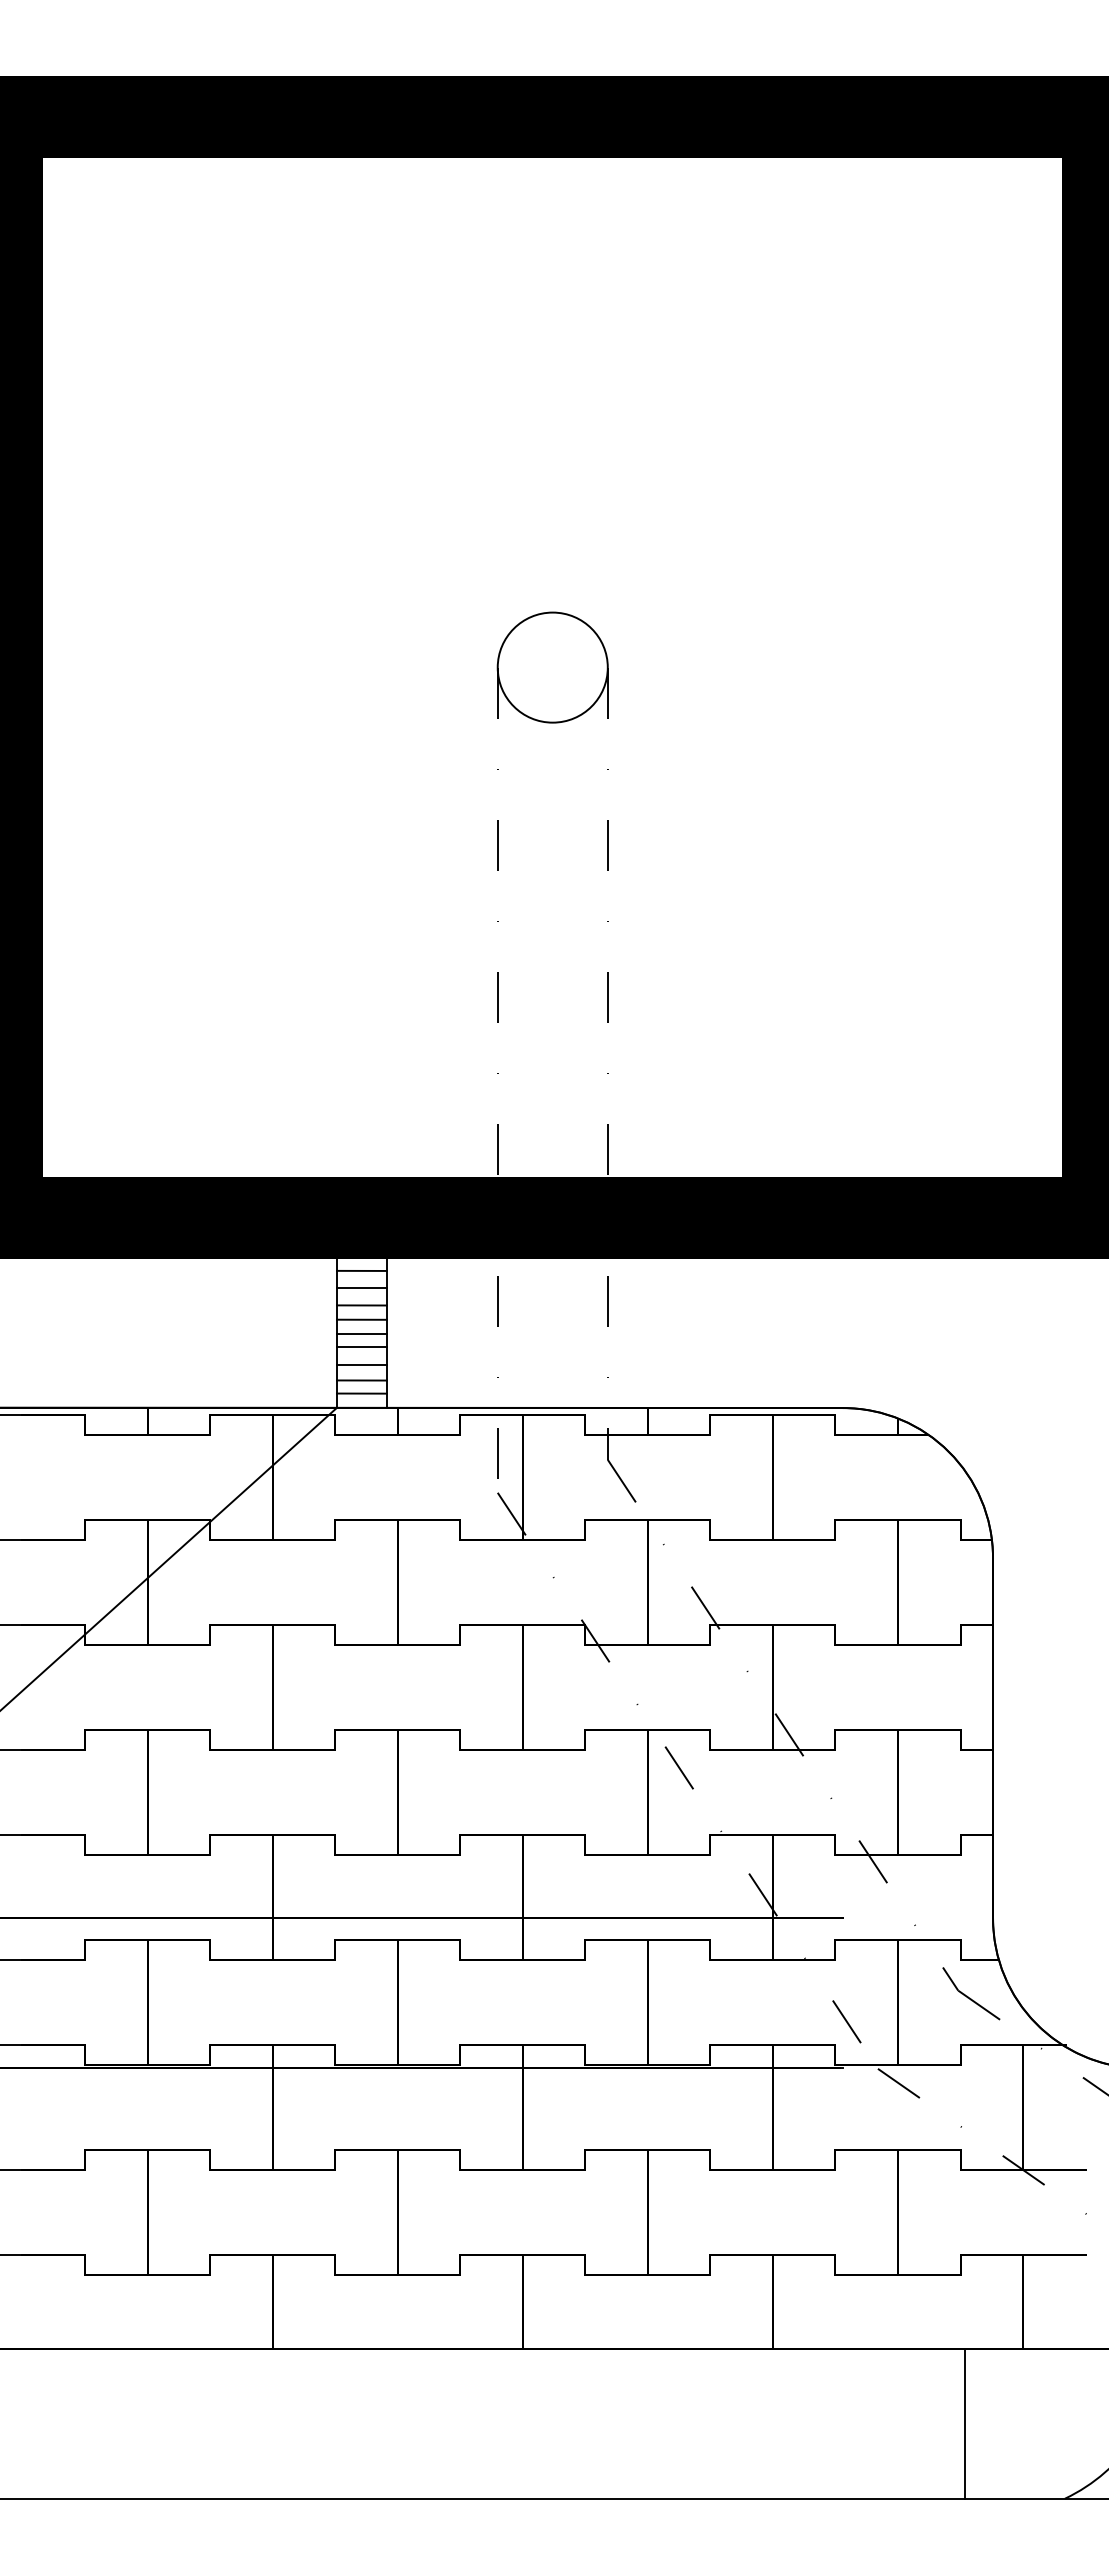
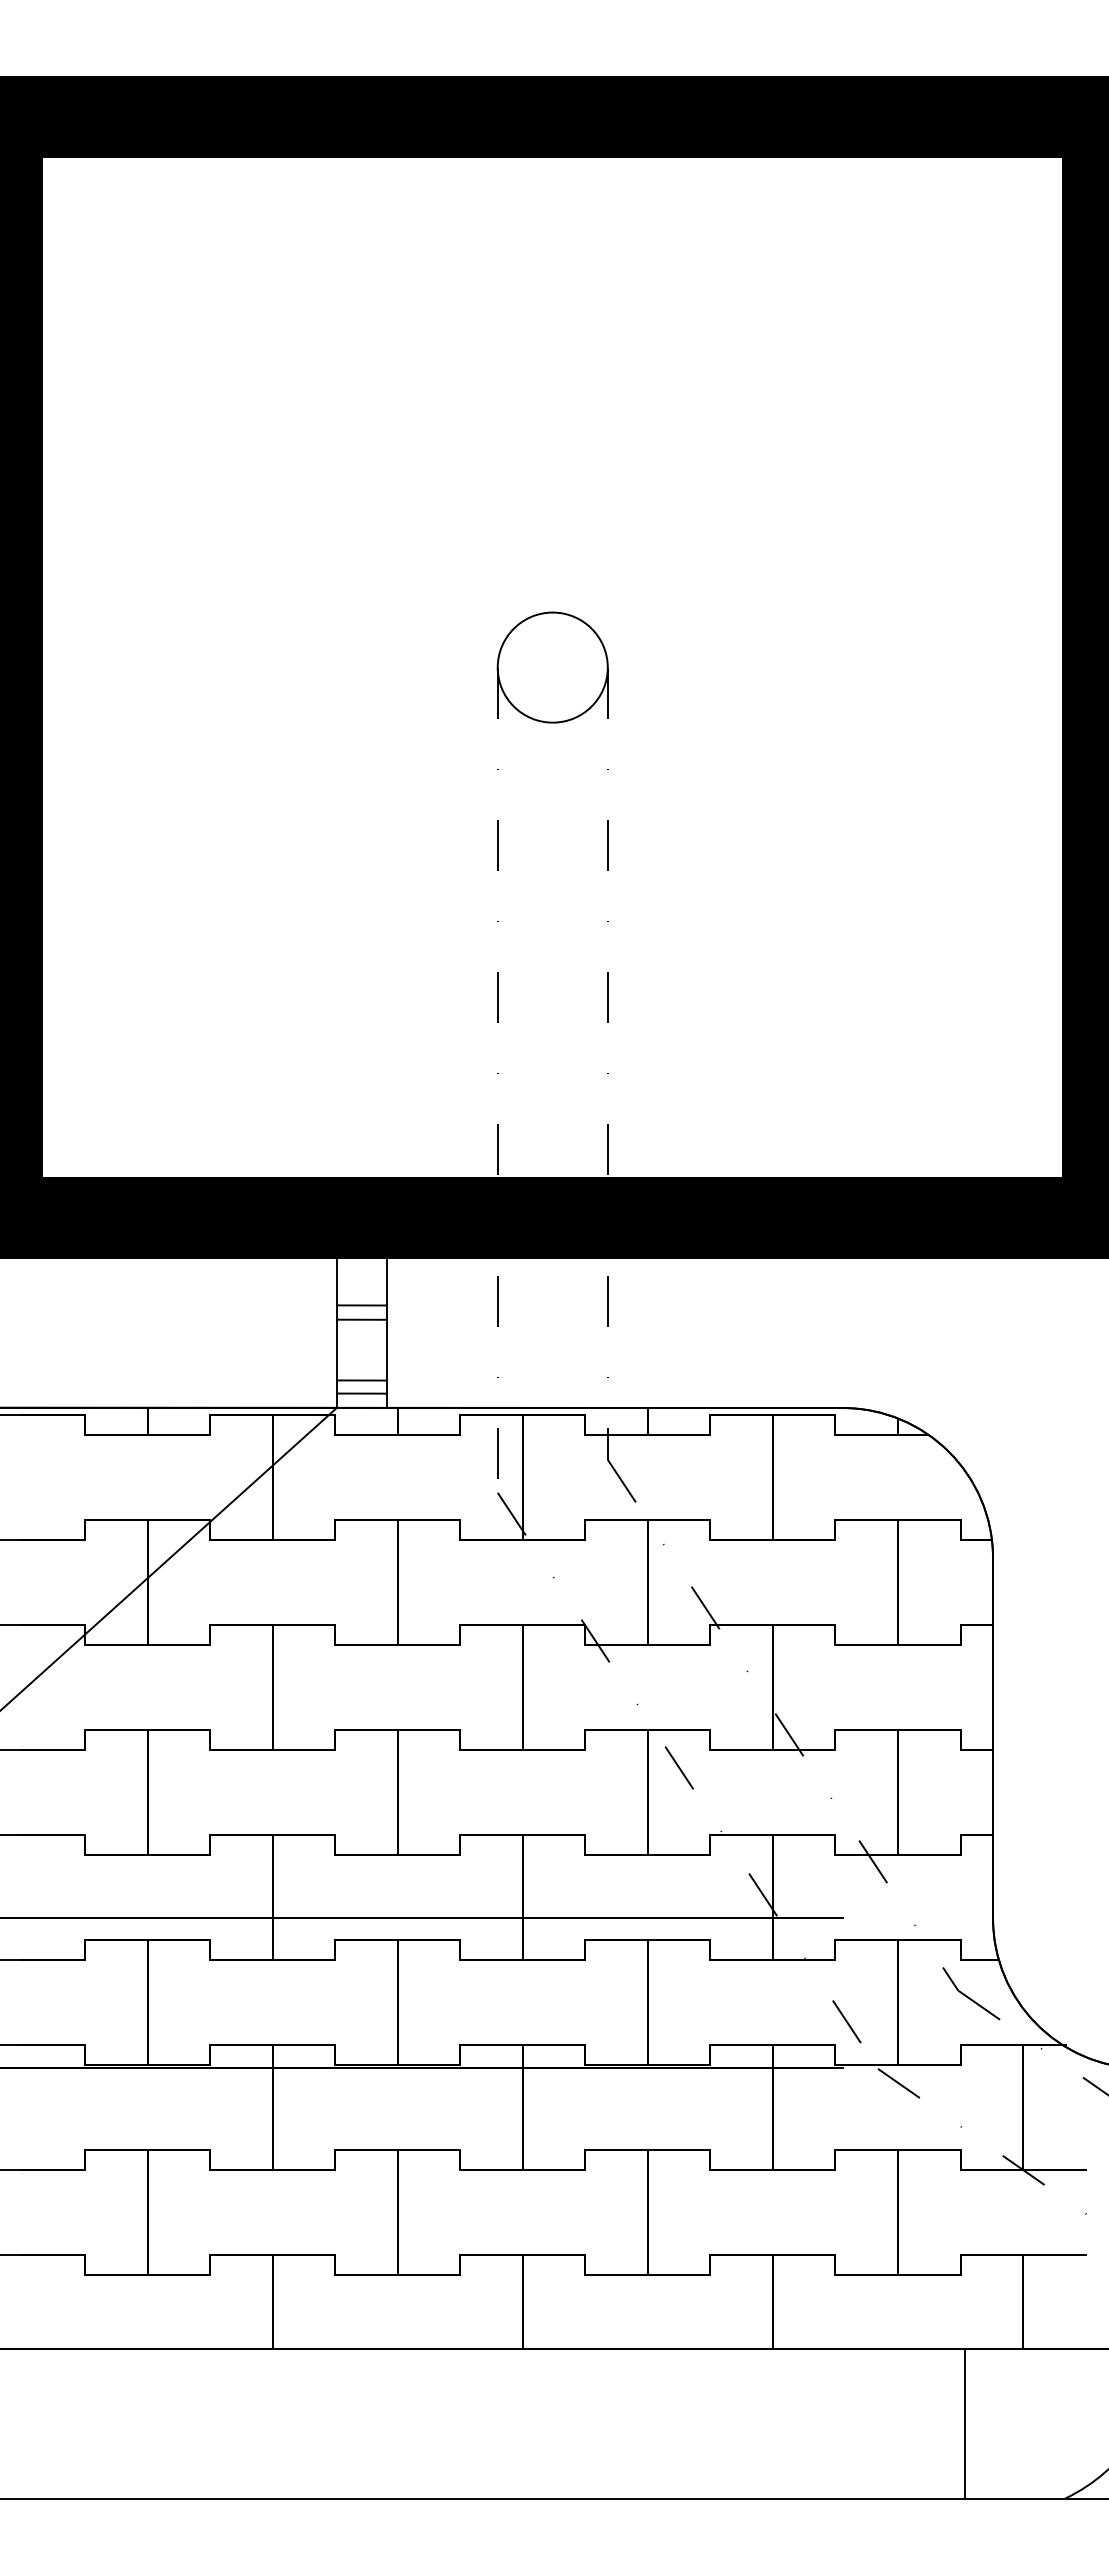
line at (361, 1270): present -> none
line at (361, 1287): present -> none
line at (361, 1334): present -> none
line at (361, 1347): present -> none
line at (361, 1365): present -> none
